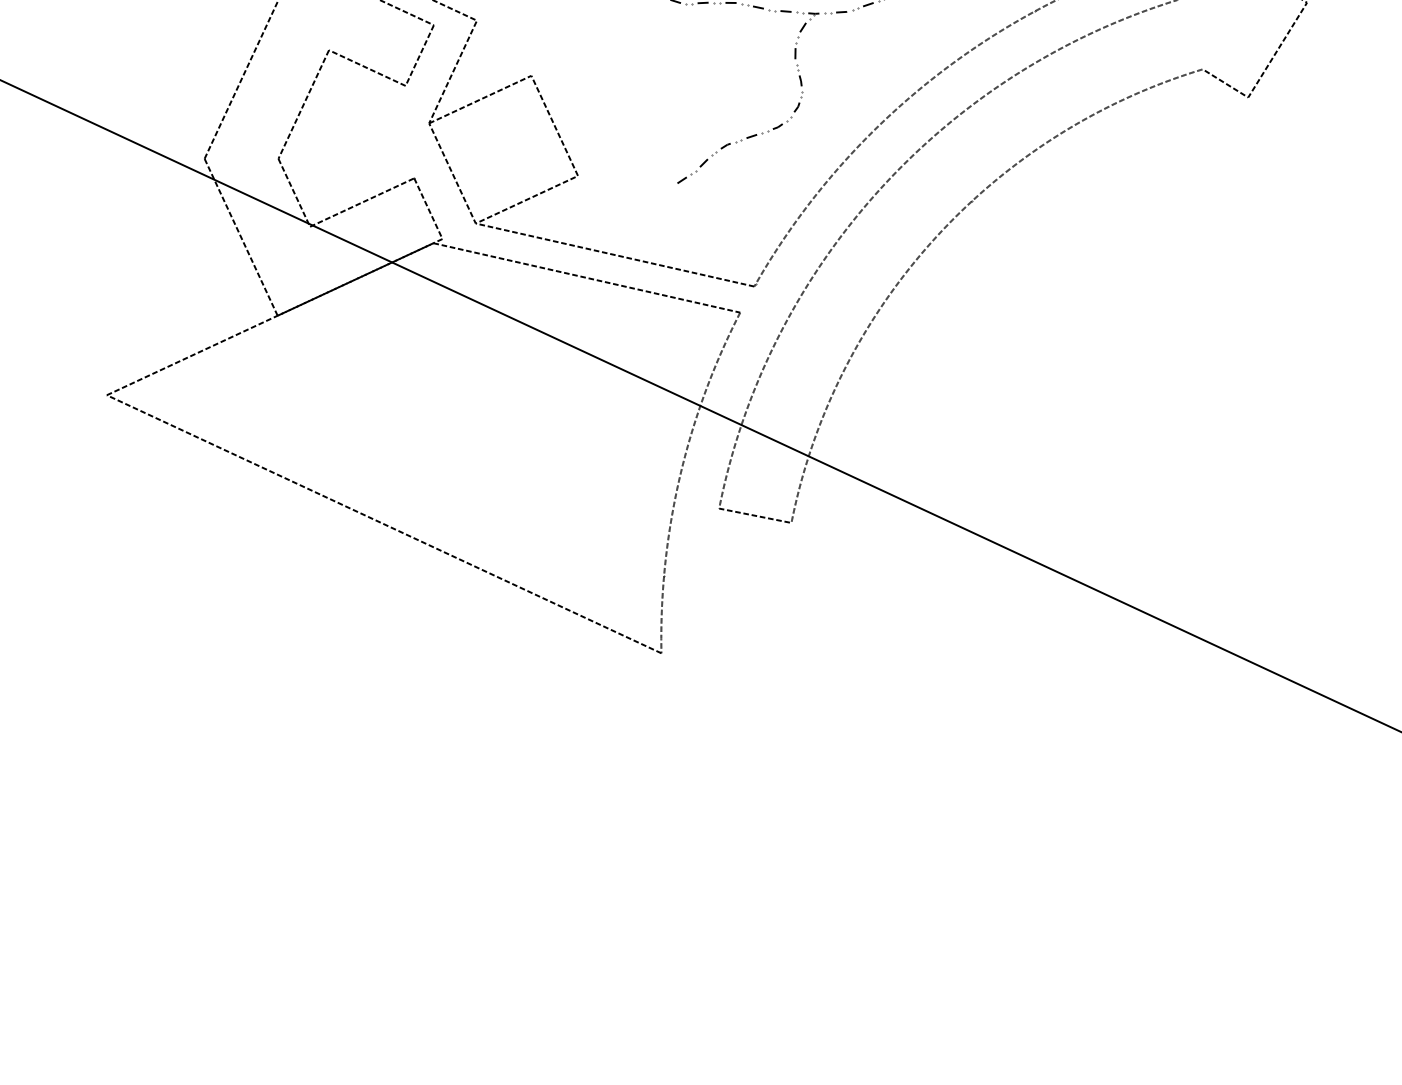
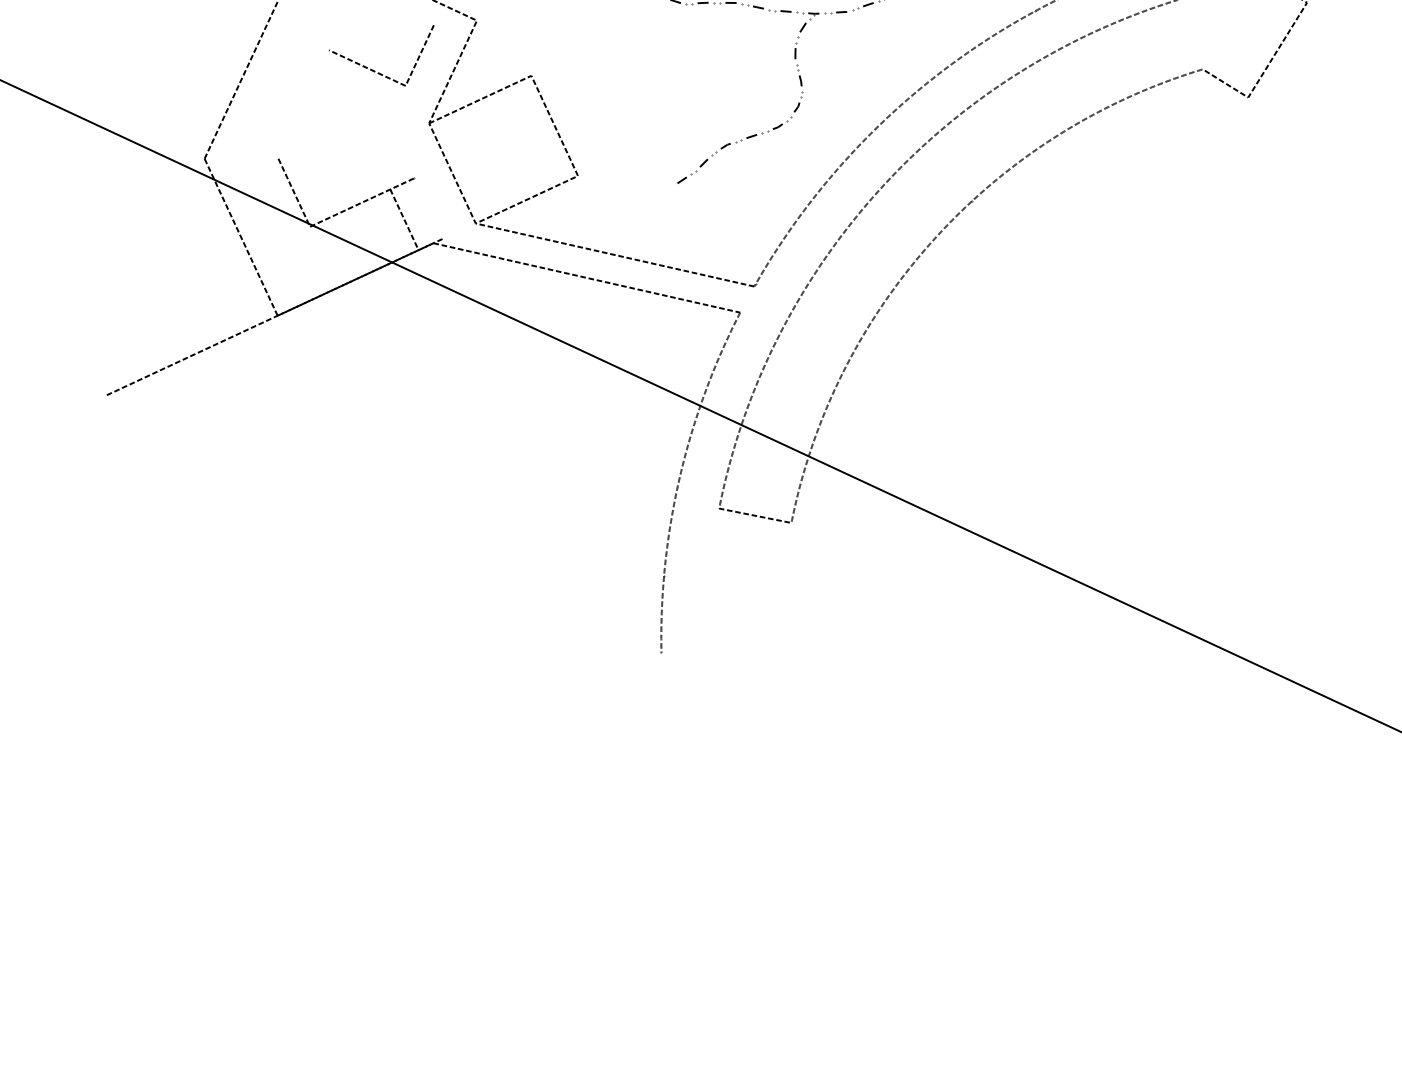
line at (408, 13): present -> none
line at (303, 104): present -> none
line at (428, 208) position: (428, 208) -> (404, 219)
line at (383, 524): present -> none
